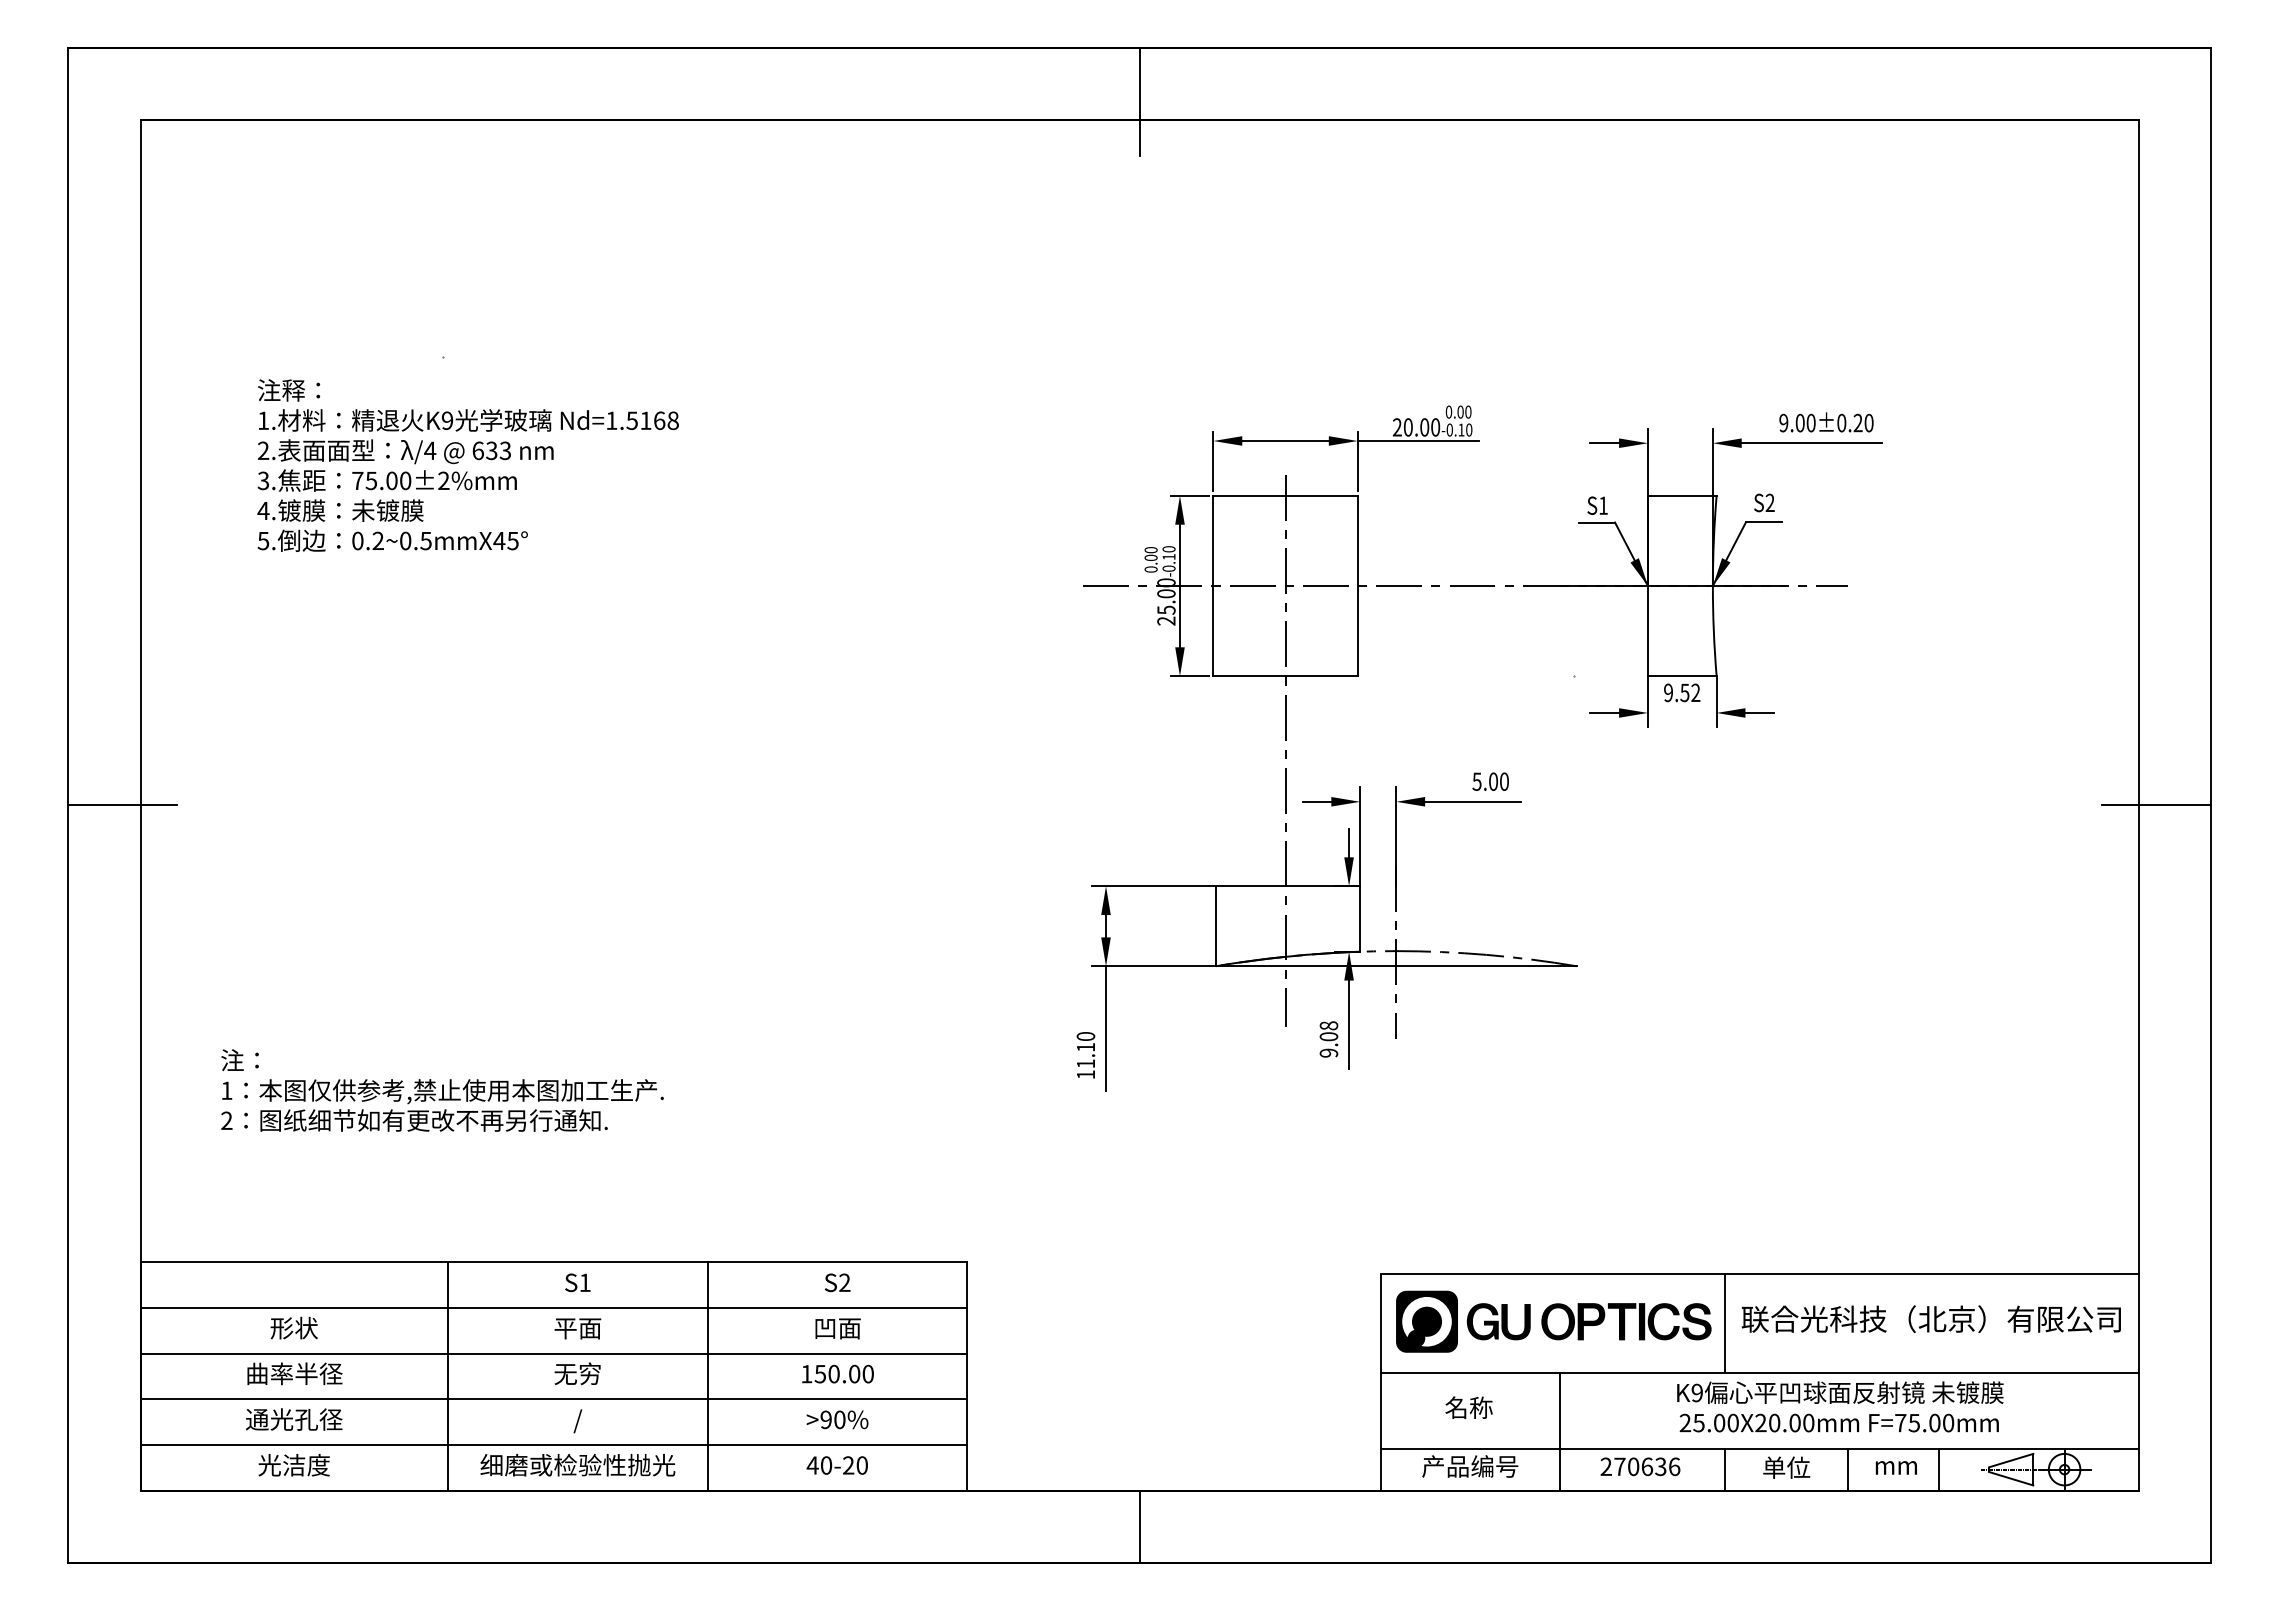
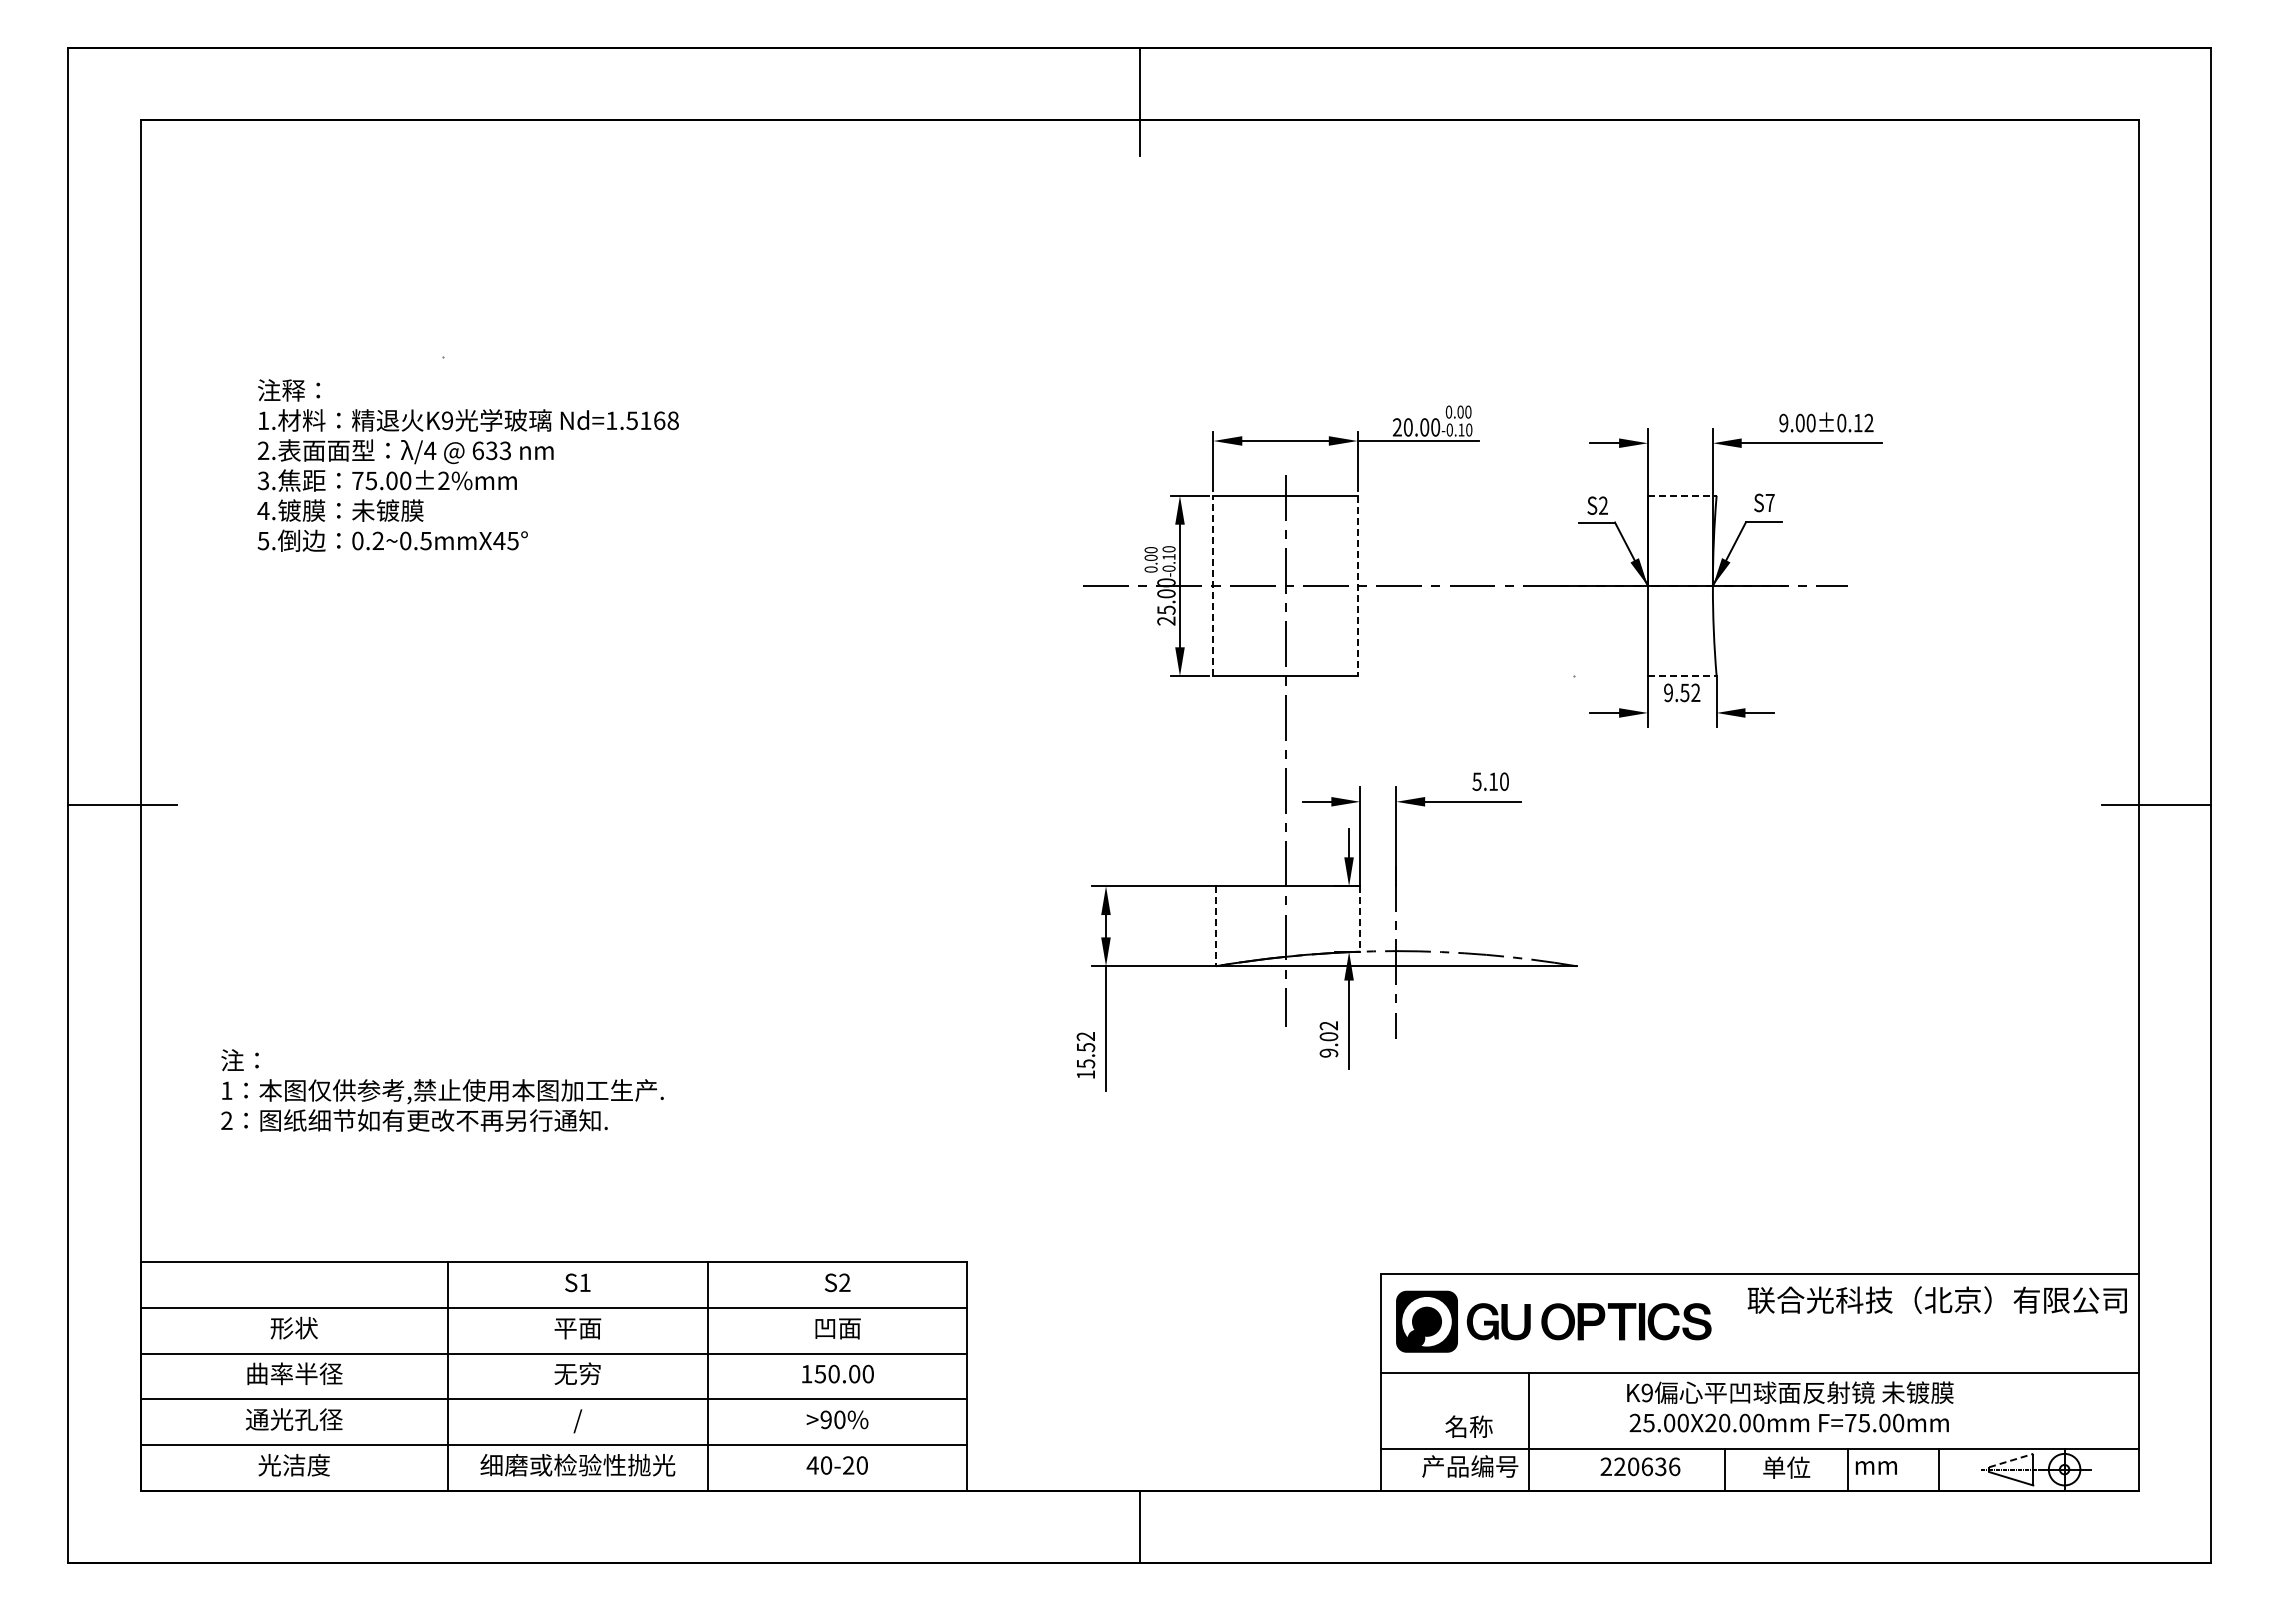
text at (1863, 422): 9.00±0.20 -> 9.00±0.12
line at (1682, 495): solid -> dashed
text at (1769, 502): S2 -> S7
text at (1603, 505): S1 -> S2
line at (1213, 585): solid -> dashed
line at (1357, 586): solid -> dashed
line at (1682, 676): solid -> dashed
text at (1493, 781): 5.00 -> 5.10
line at (1360, 918): solid -> dashed
line at (1215, 926): solid -> dashed
text at (1328, 1025): 9.08 -> 9.02
text at (1085, 1050): 11.10 -> 15.52
text at (1930, 1318) position: (1930, 1318) -> (1936, 1299)
line at (1724, 1323): present -> none
text at (1840, 1406) position: (1840, 1406) -> (1790, 1406)
text at (1468, 1407) position: (1468, 1407) -> (1468, 1426)
line at (1559, 1431) position: (1559, 1431) -> (1528, 1431)
line at (2011, 1460): solid -> dashed
text at (1619, 1466): 270636 -> 220636
text at (1895, 1467) position: (1895, 1467) -> (1875, 1467)
